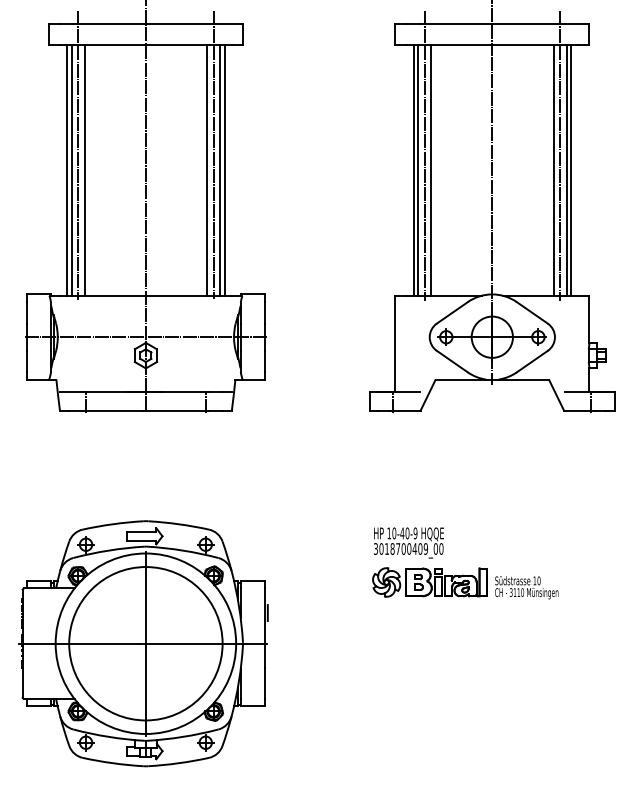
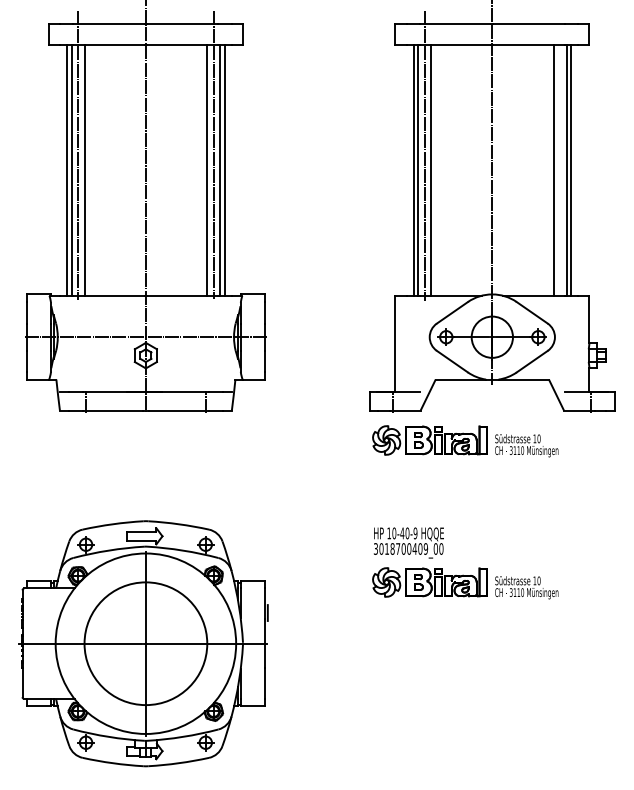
line at (560, 155): present -> none
part at (465, 441): none -> present
circle at (145, 643) diameter: 153 px -> 123 px
